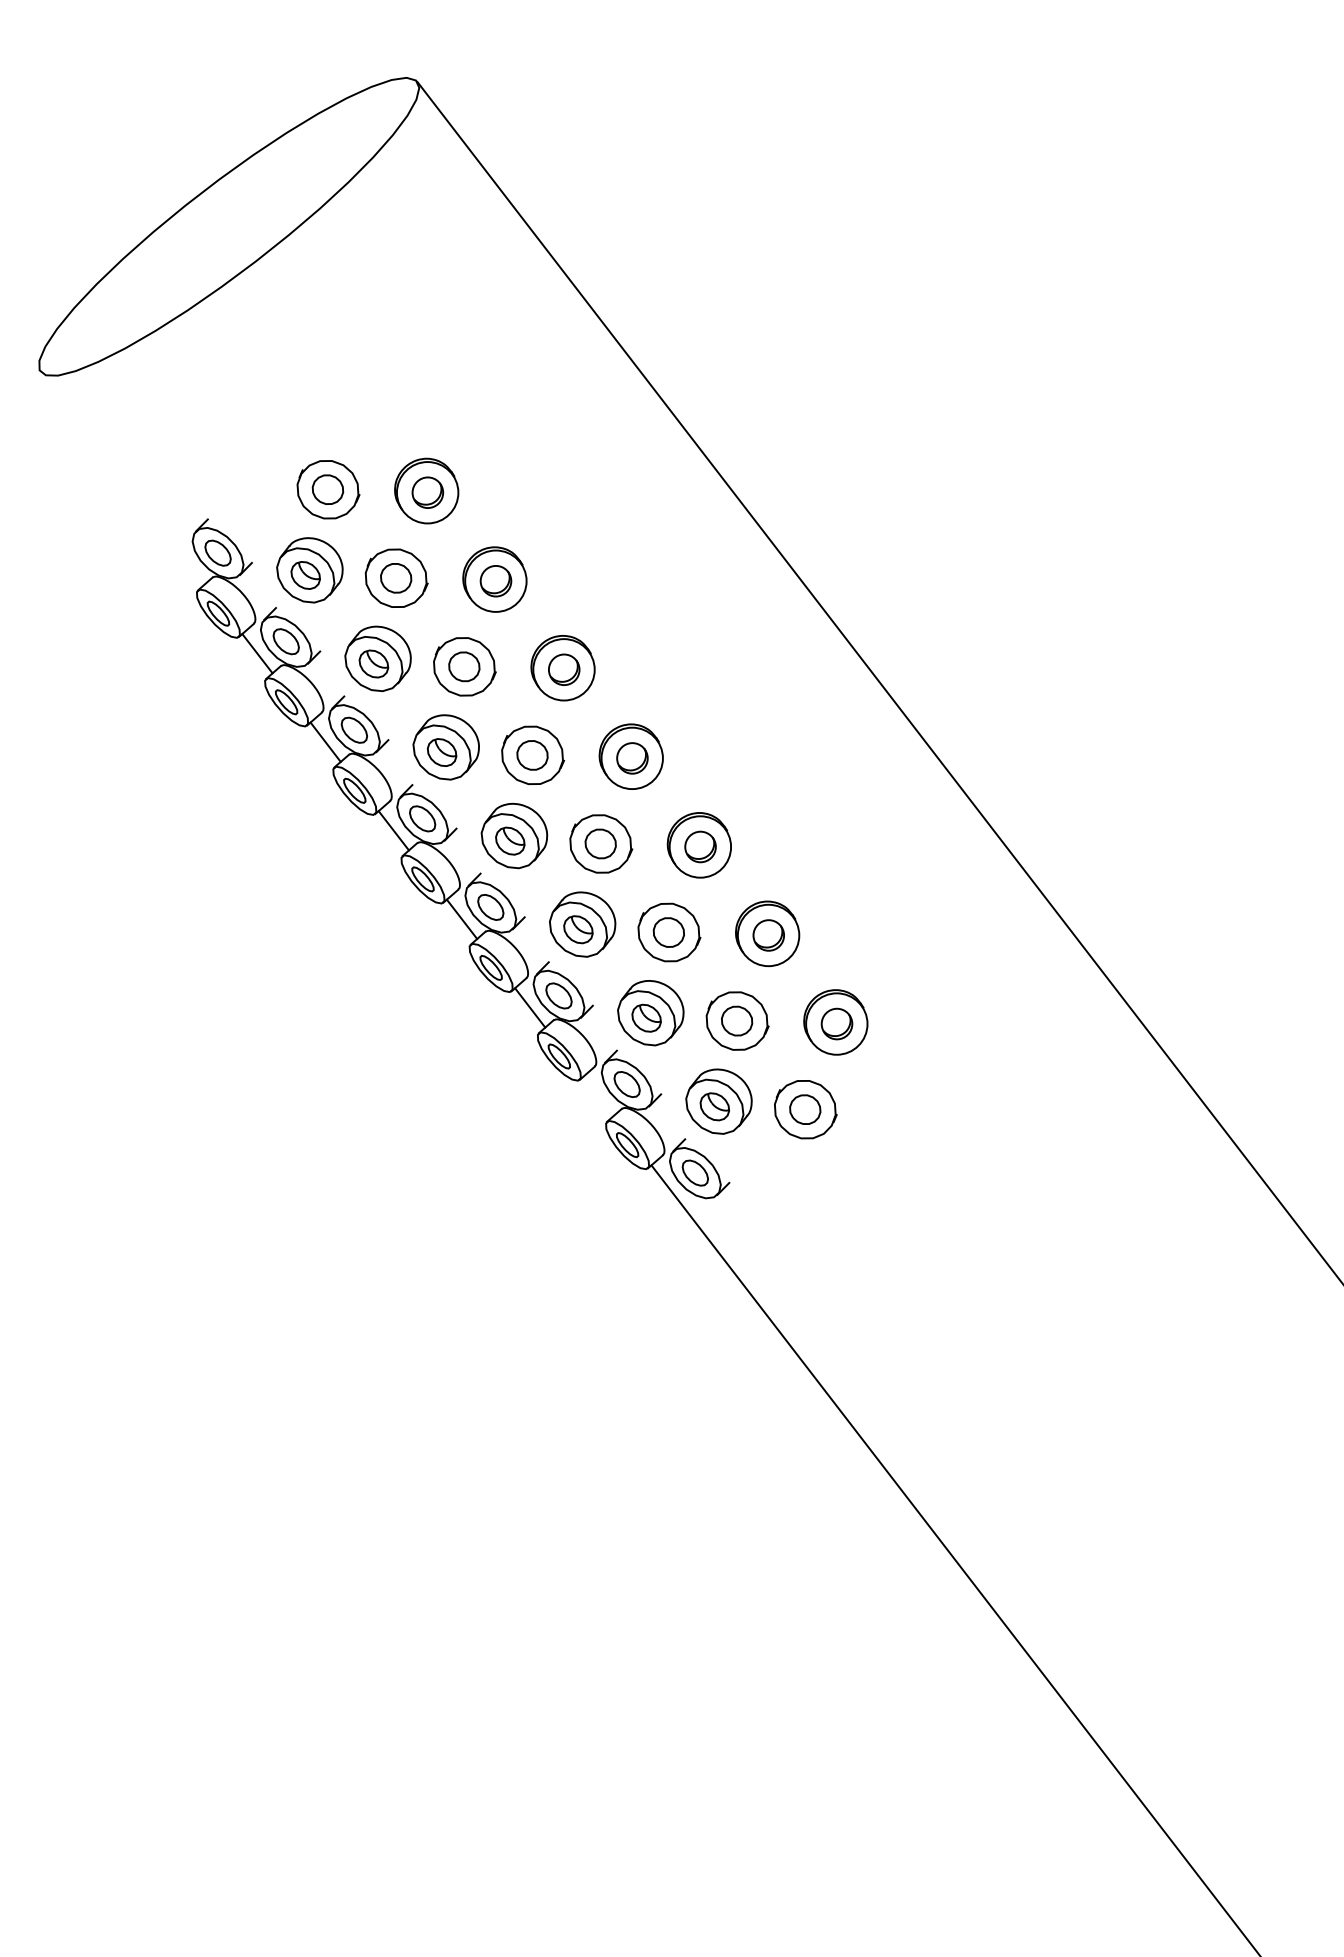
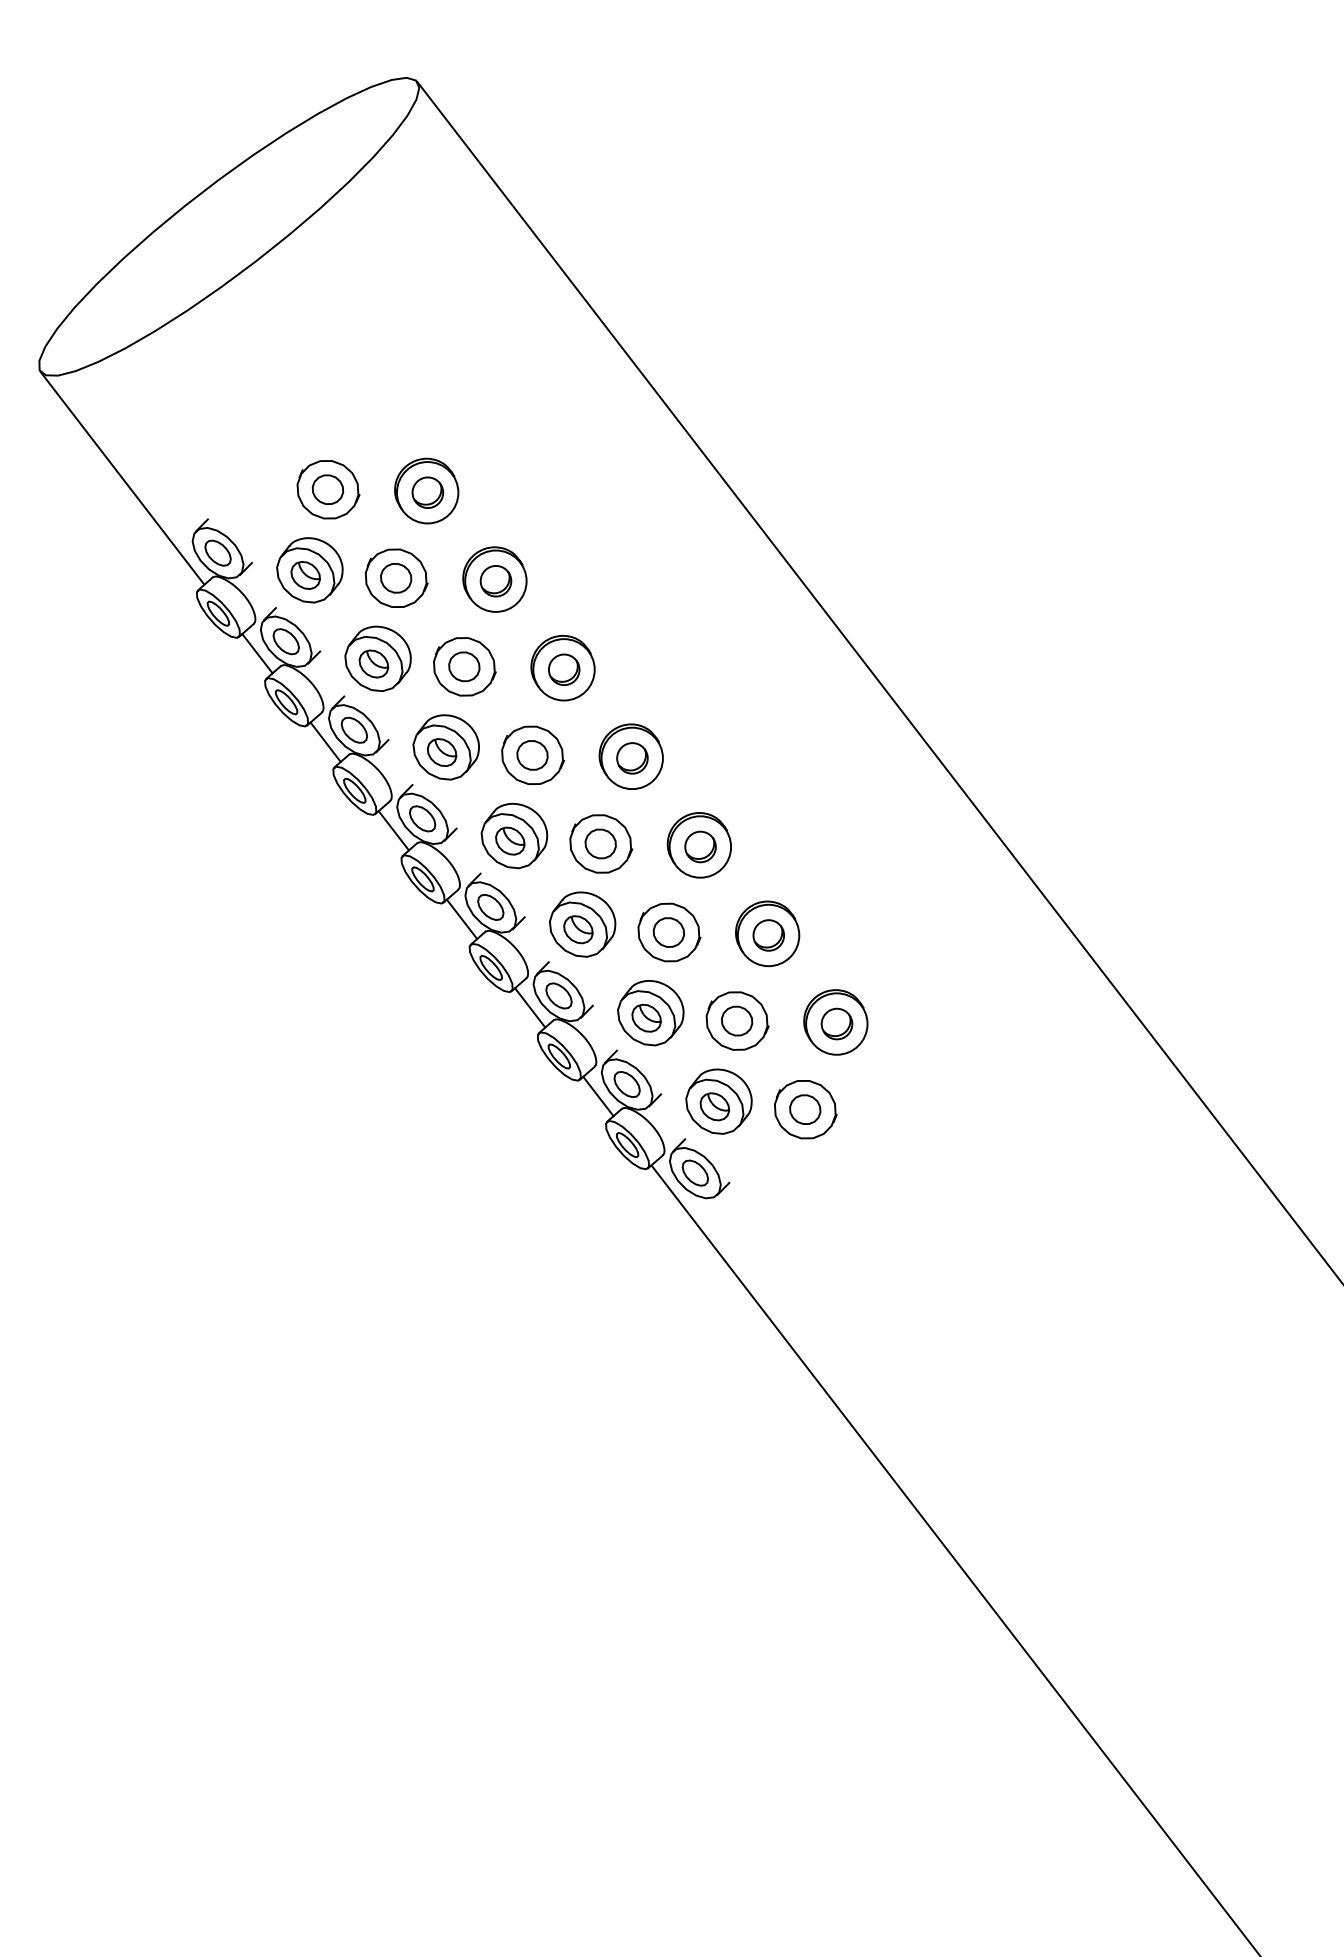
line at (122, 478): none -> present
line at (598, 1096): none -> present
